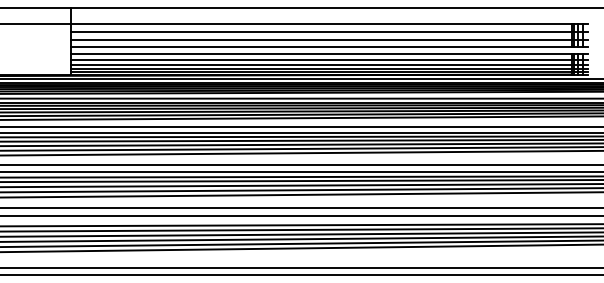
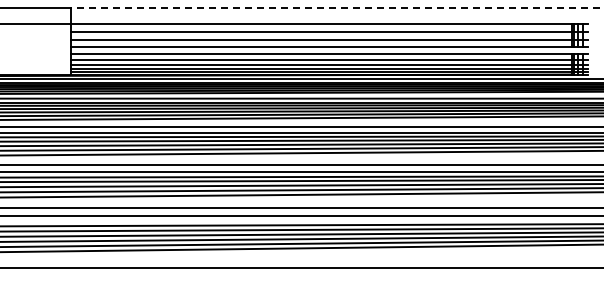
line at (336, 8): solid -> dashed
line at (301, 274): present -> none
